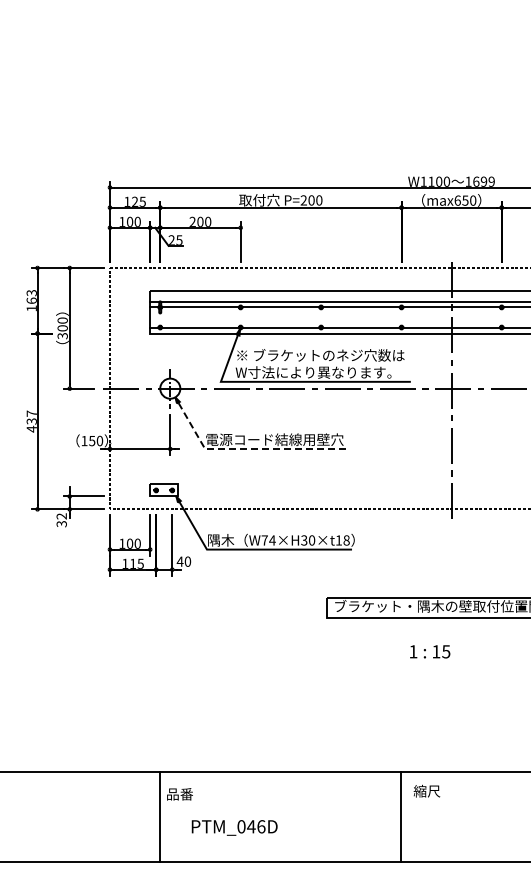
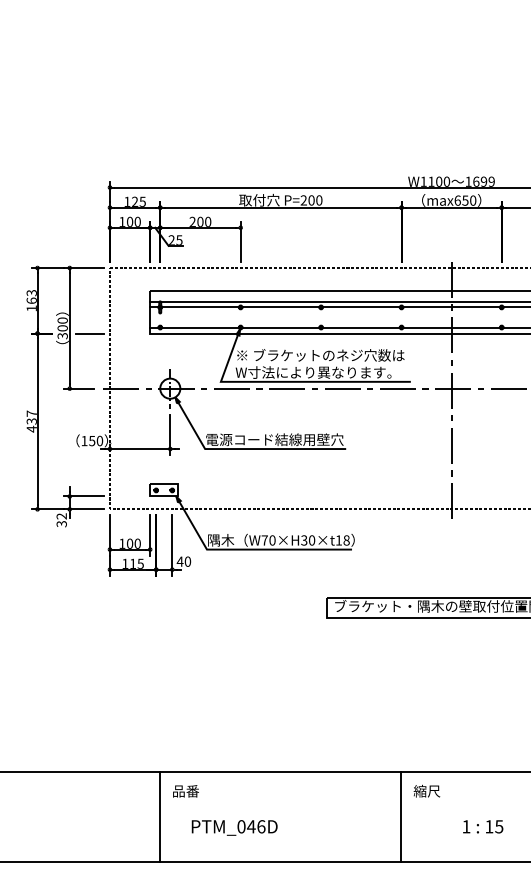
line at (89, 333): none -> present
line at (244, 449): dashed -> solid
text at (272, 540): W74×H30×t18 -> W70×H30×t18
text at (430, 651) position: (430, 651) -> (483, 826)
text at (179, 794) position: (179, 794) -> (185, 791)
